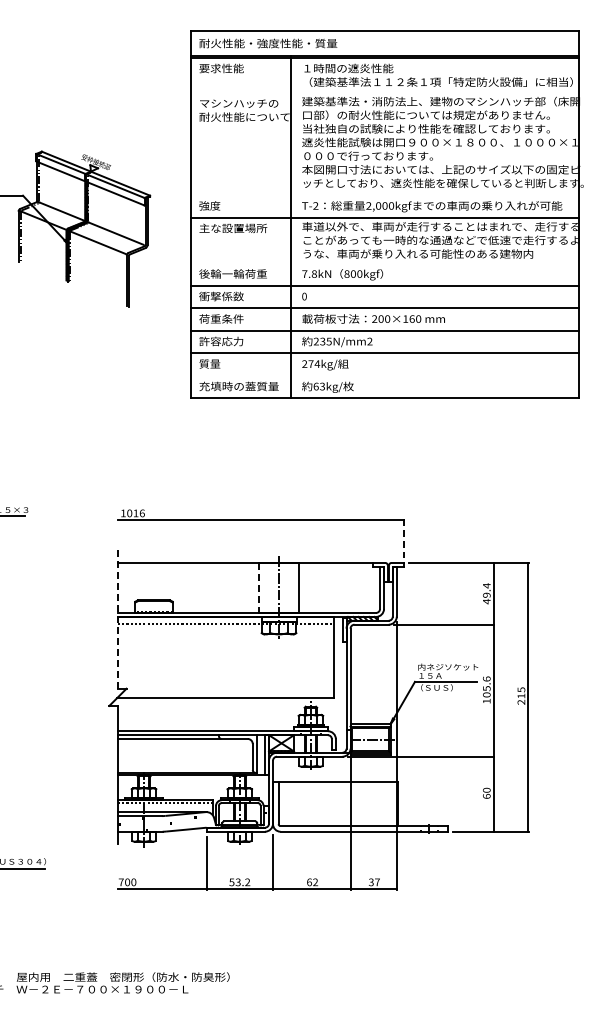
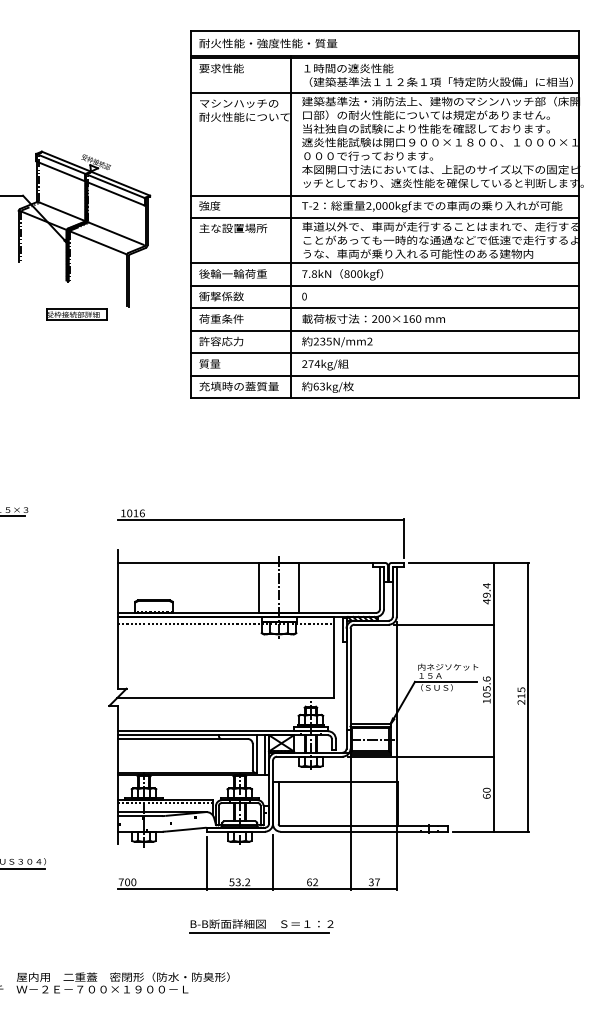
line at (384, 93): none -> present
line at (384, 195): none -> present
line at (384, 263): none -> present
part at (76, 314): none -> present
line at (384, 375): none -> present
line at (404, 539): dashed -> solid
line at (259, 588): dashed -> solid
line at (117, 620): dashed -> solid
part at (261, 926): none -> present
